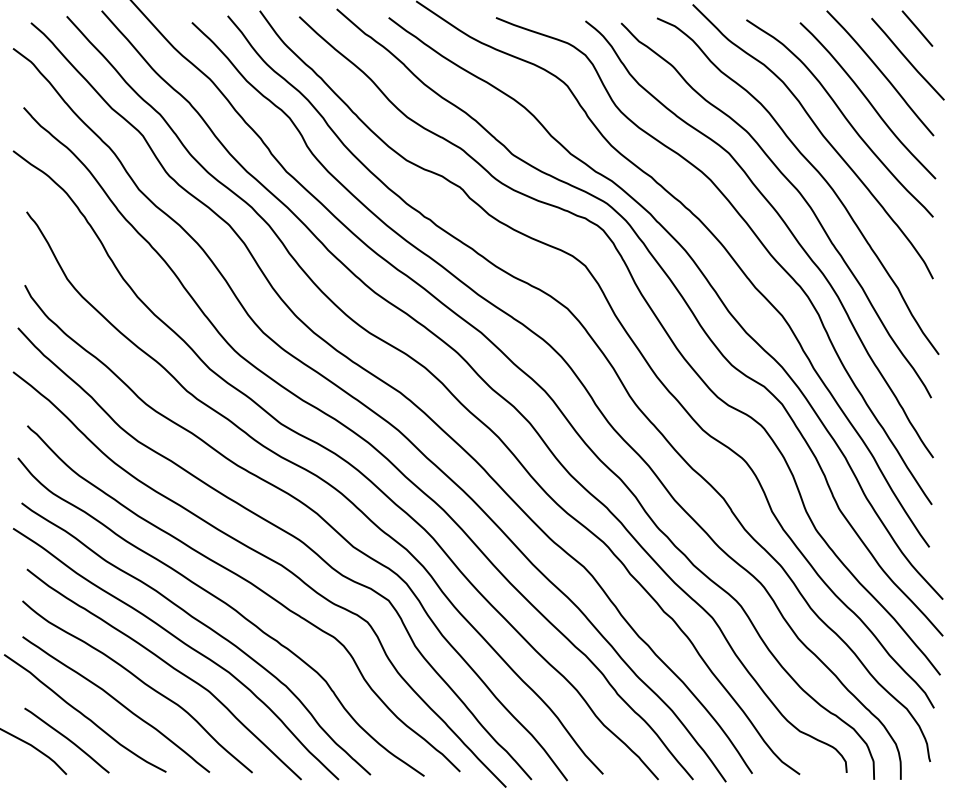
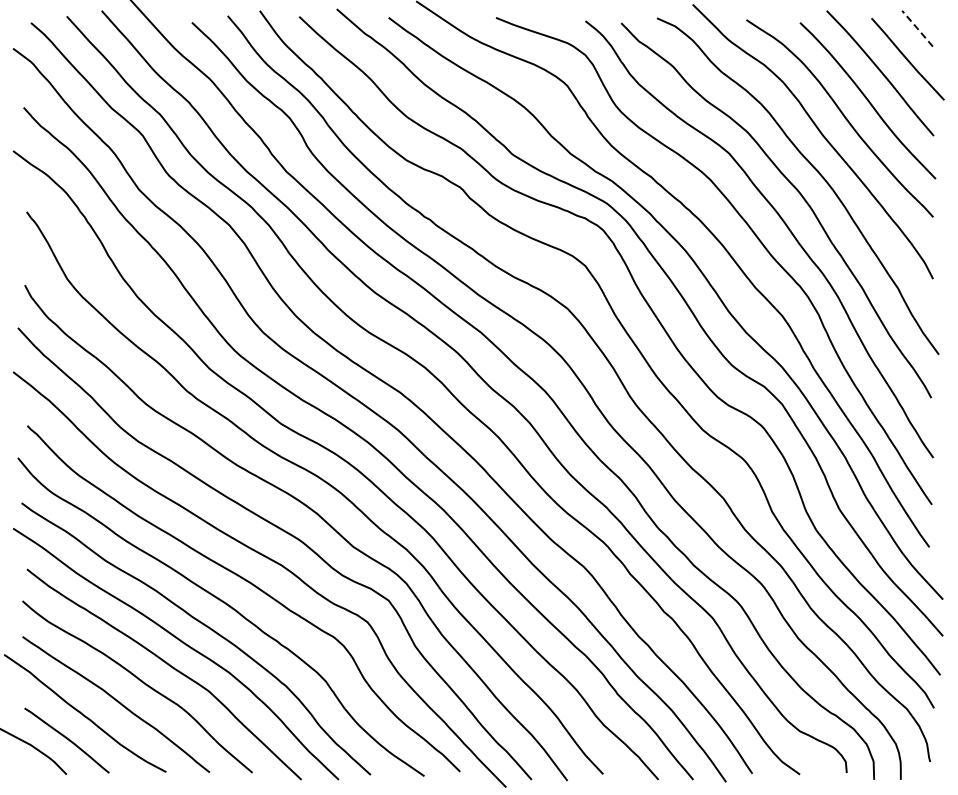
line at (917, 28): solid -> dashed
